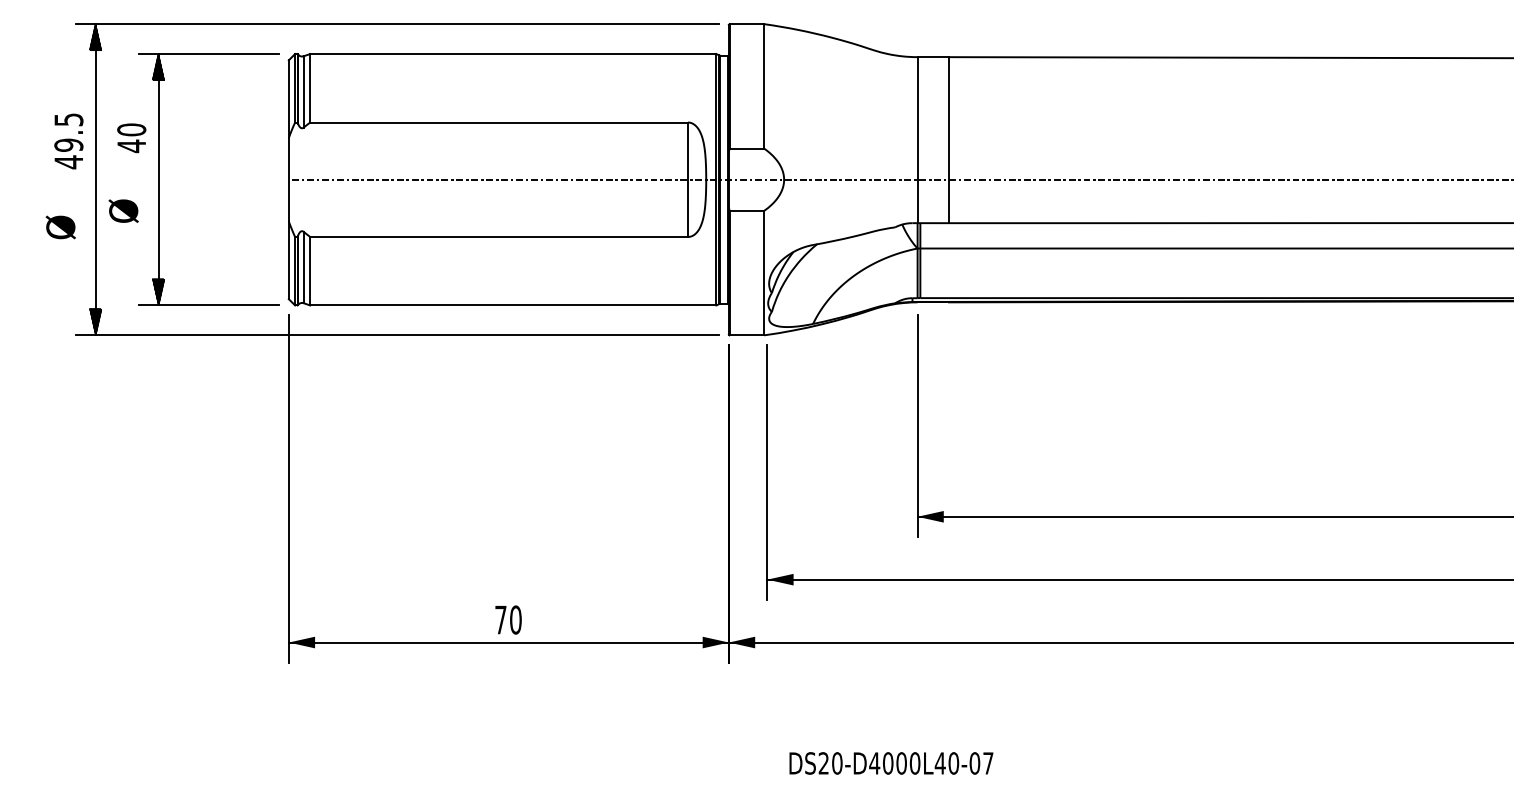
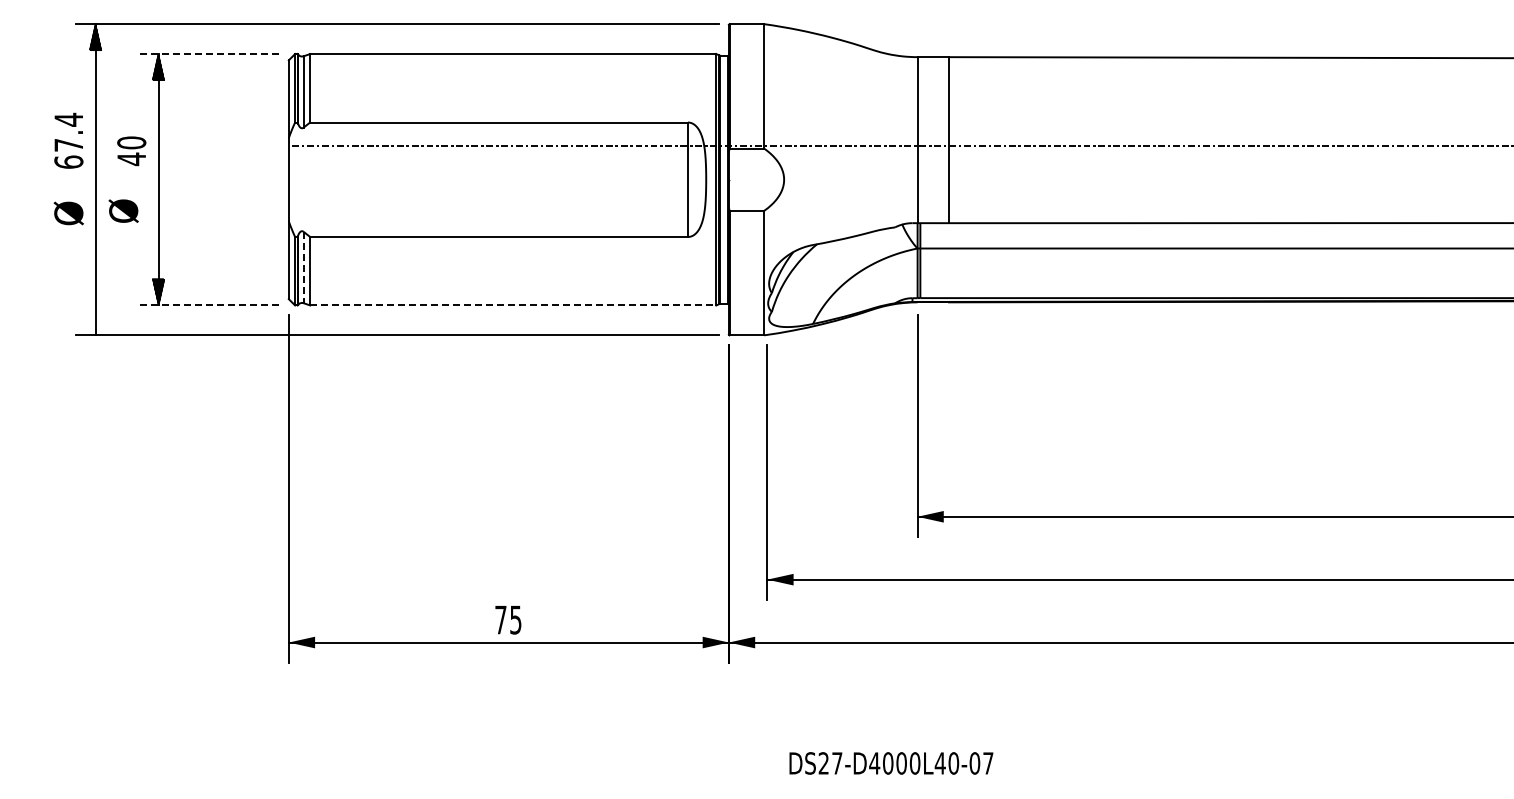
line at (208, 54): solid -> dashed
text at (131, 138) position: (131, 138) -> (131, 151)
text at (68, 140): 49.5 -> 67.4
line at (899, 179) position: (899, 179) -> (899, 145)
text at (60, 227) position: (60, 227) -> (68, 213)
line at (303, 267): solid -> dashed
line at (208, 305): solid -> dashed
line at (513, 305): solid -> dashed
hatch at (95, 322): present -> none
text at (515, 619): 70 -> 75
text at (837, 763): DS20-D4000L40-07 -> DS27-D4000L40-07
